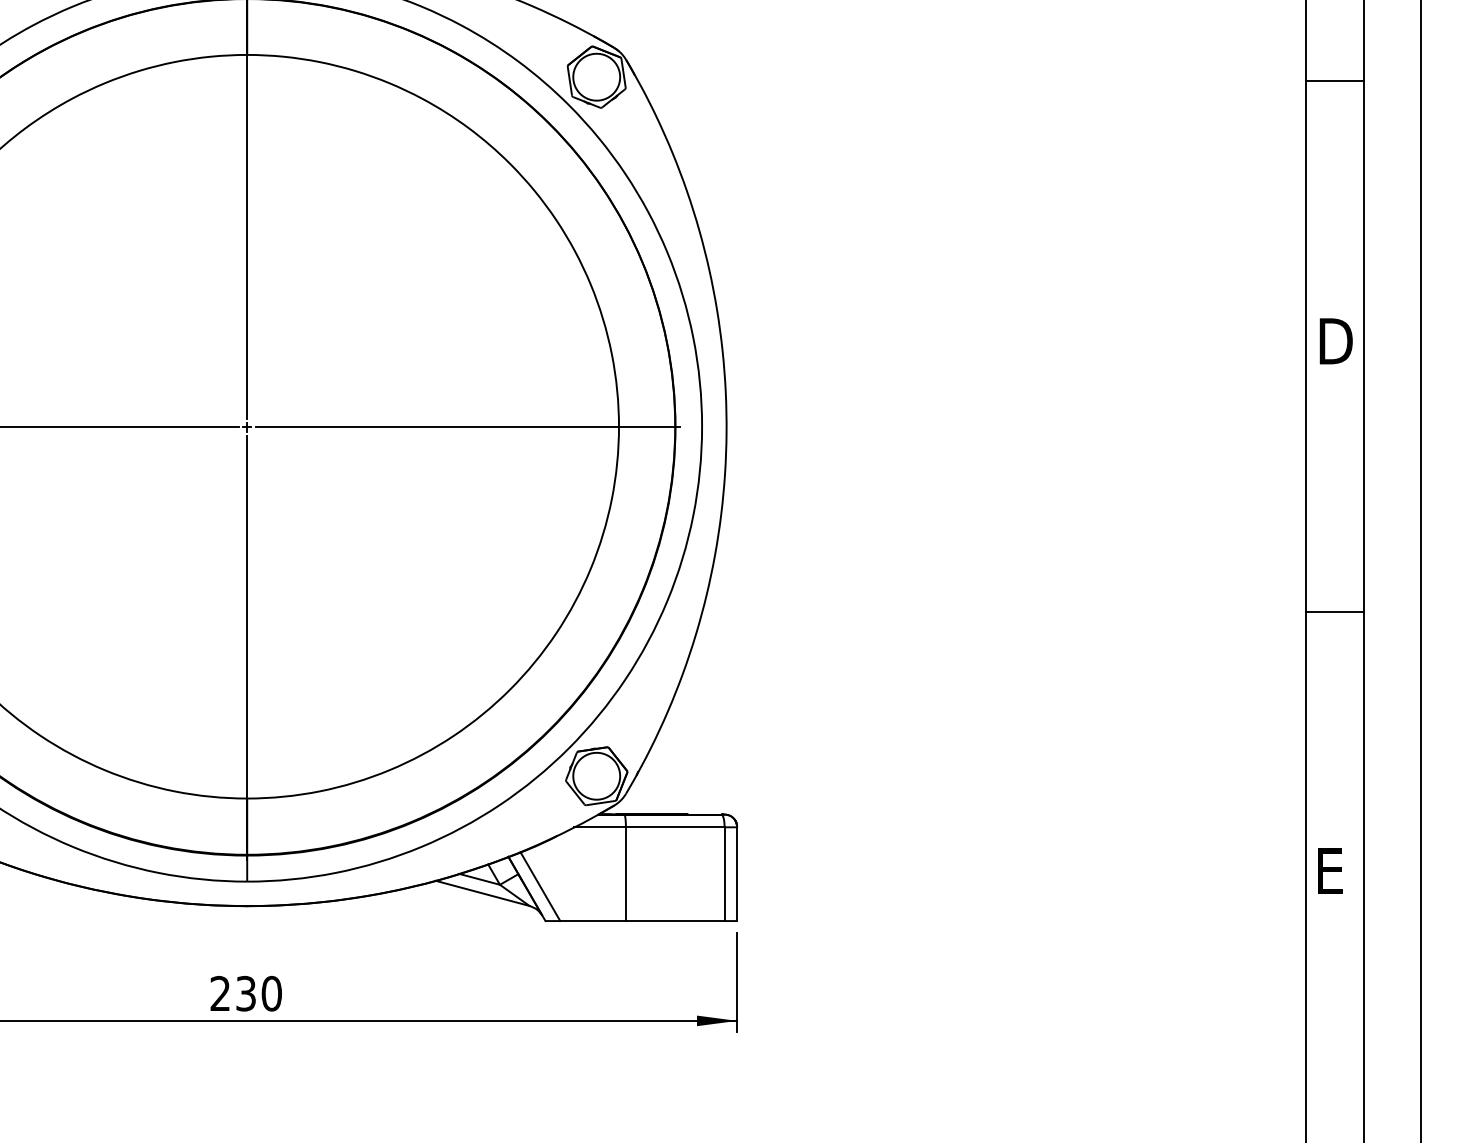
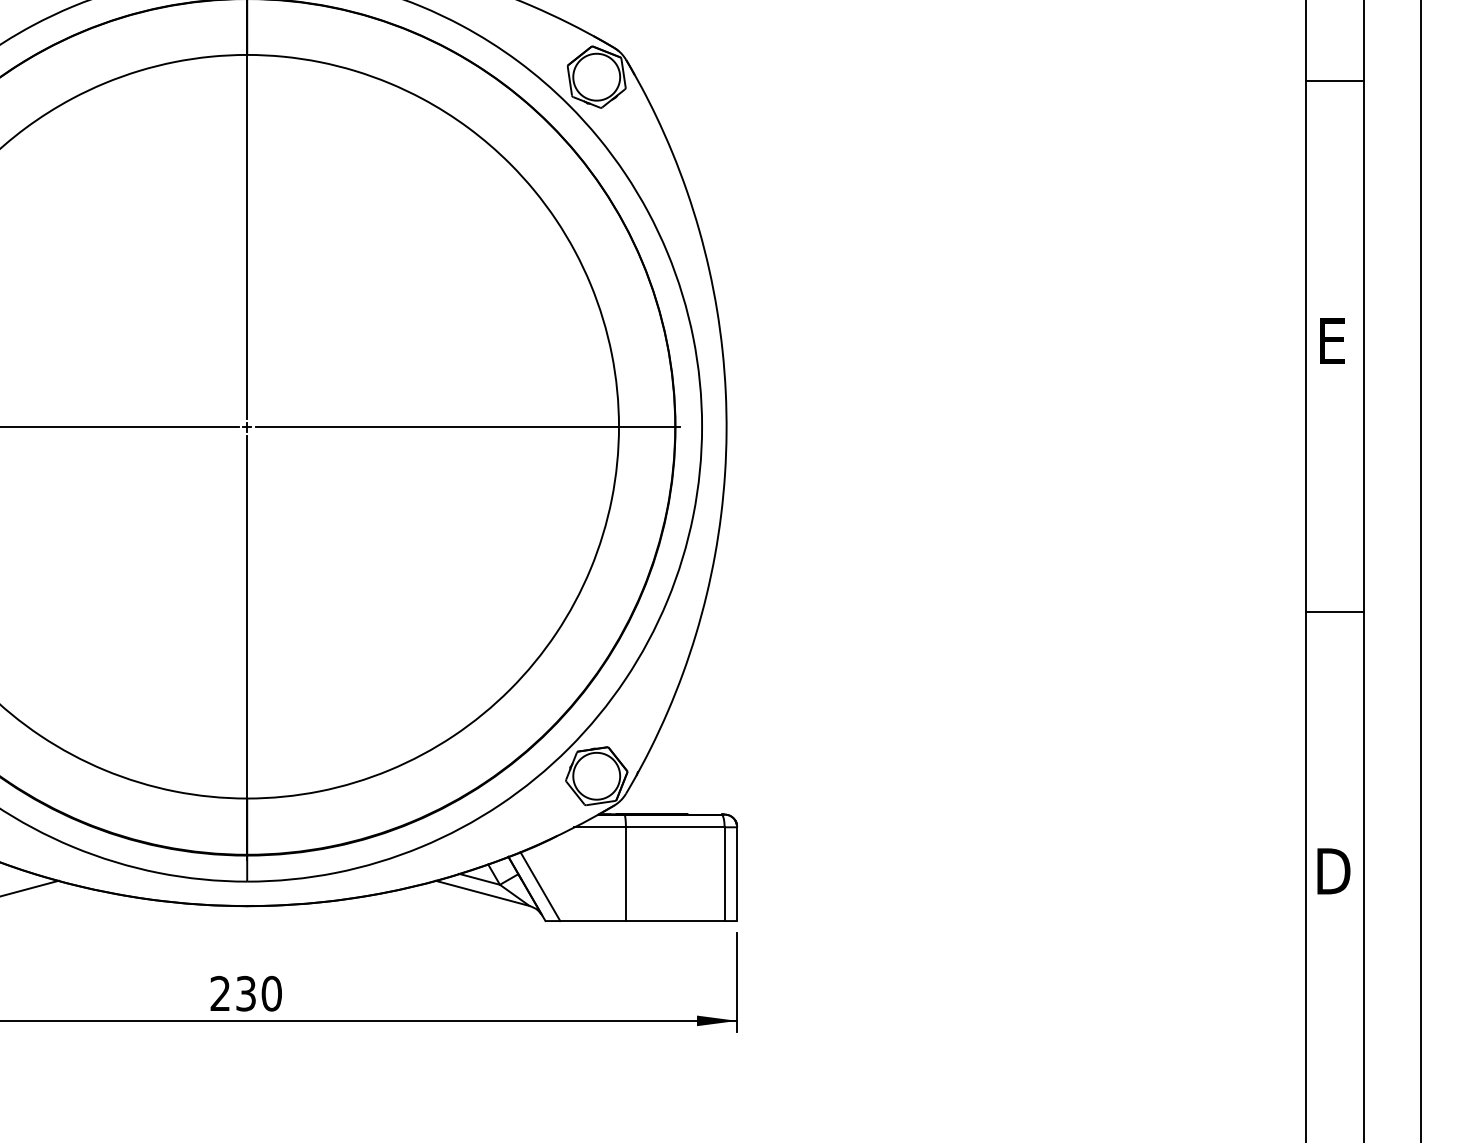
text at (1335, 341): D -> E
text at (1333, 871): E -> D
line at (30, 887): none -> present
